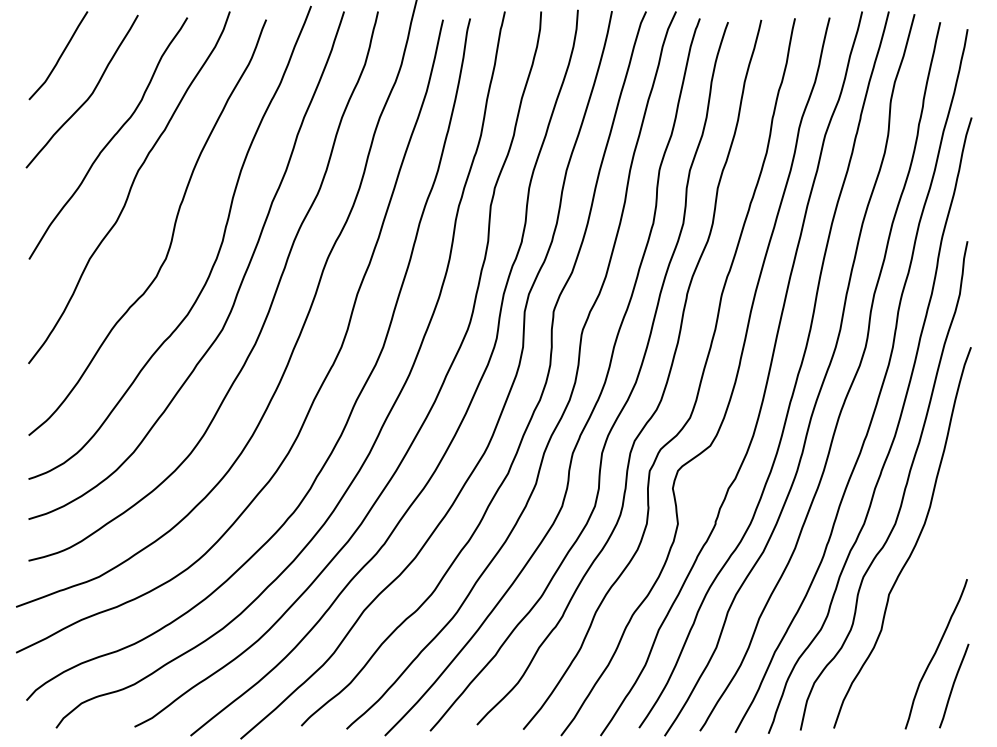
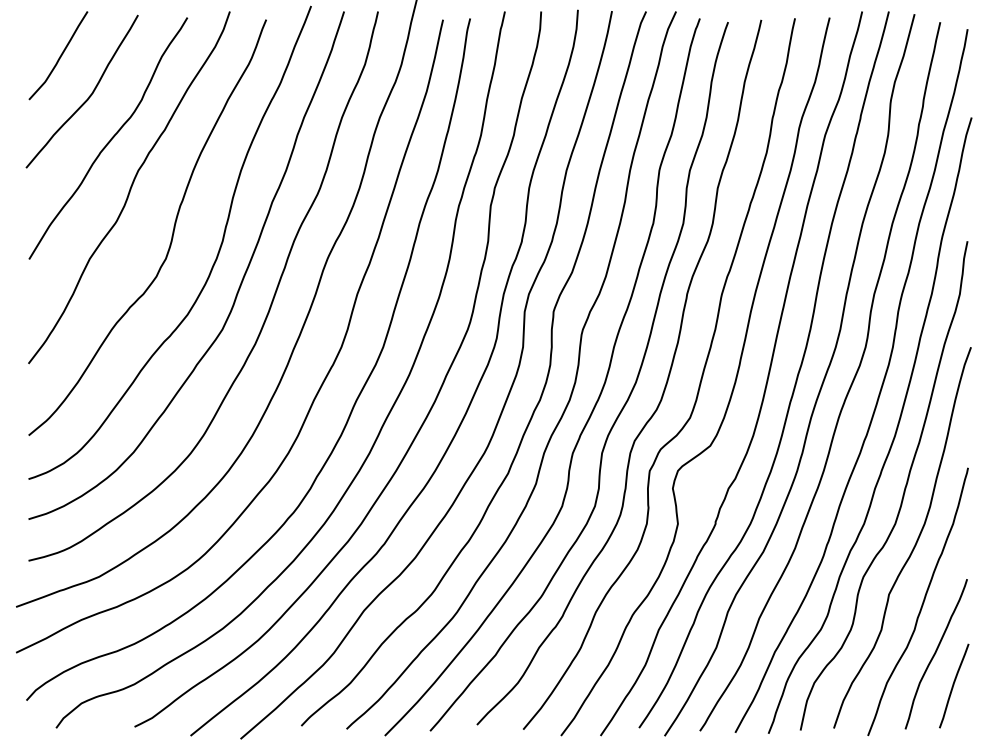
curve at (922, 601): none -> present
